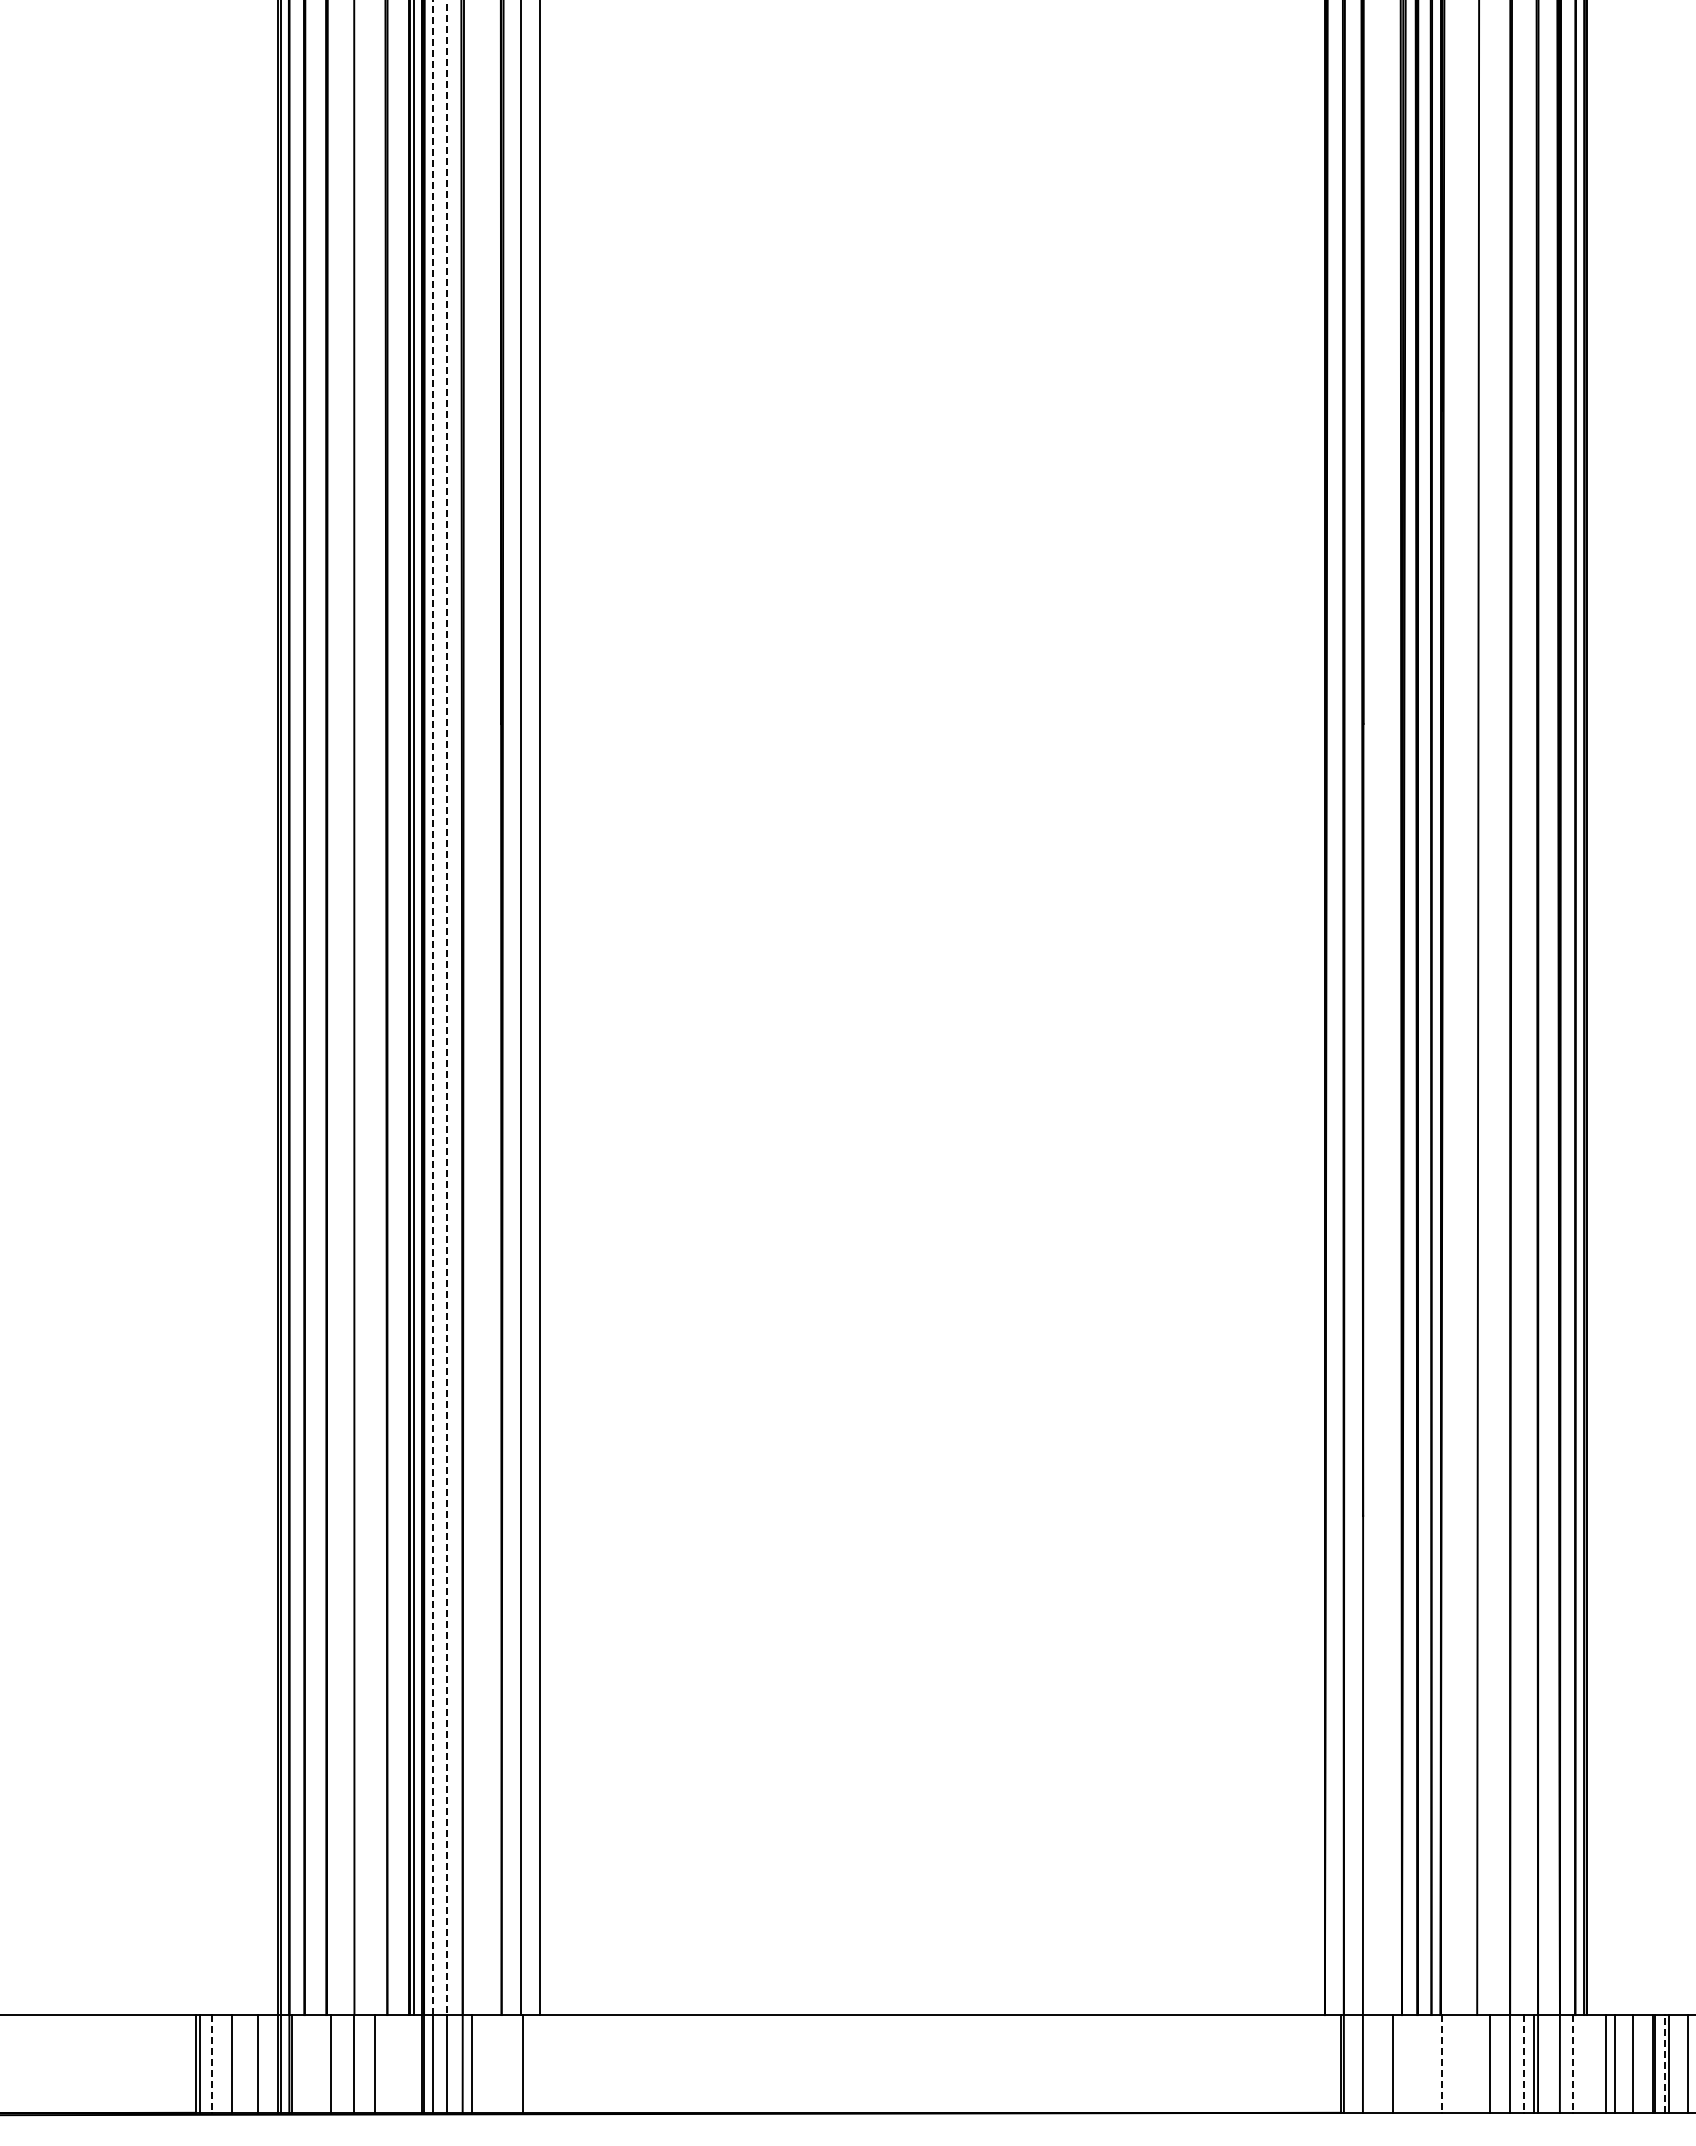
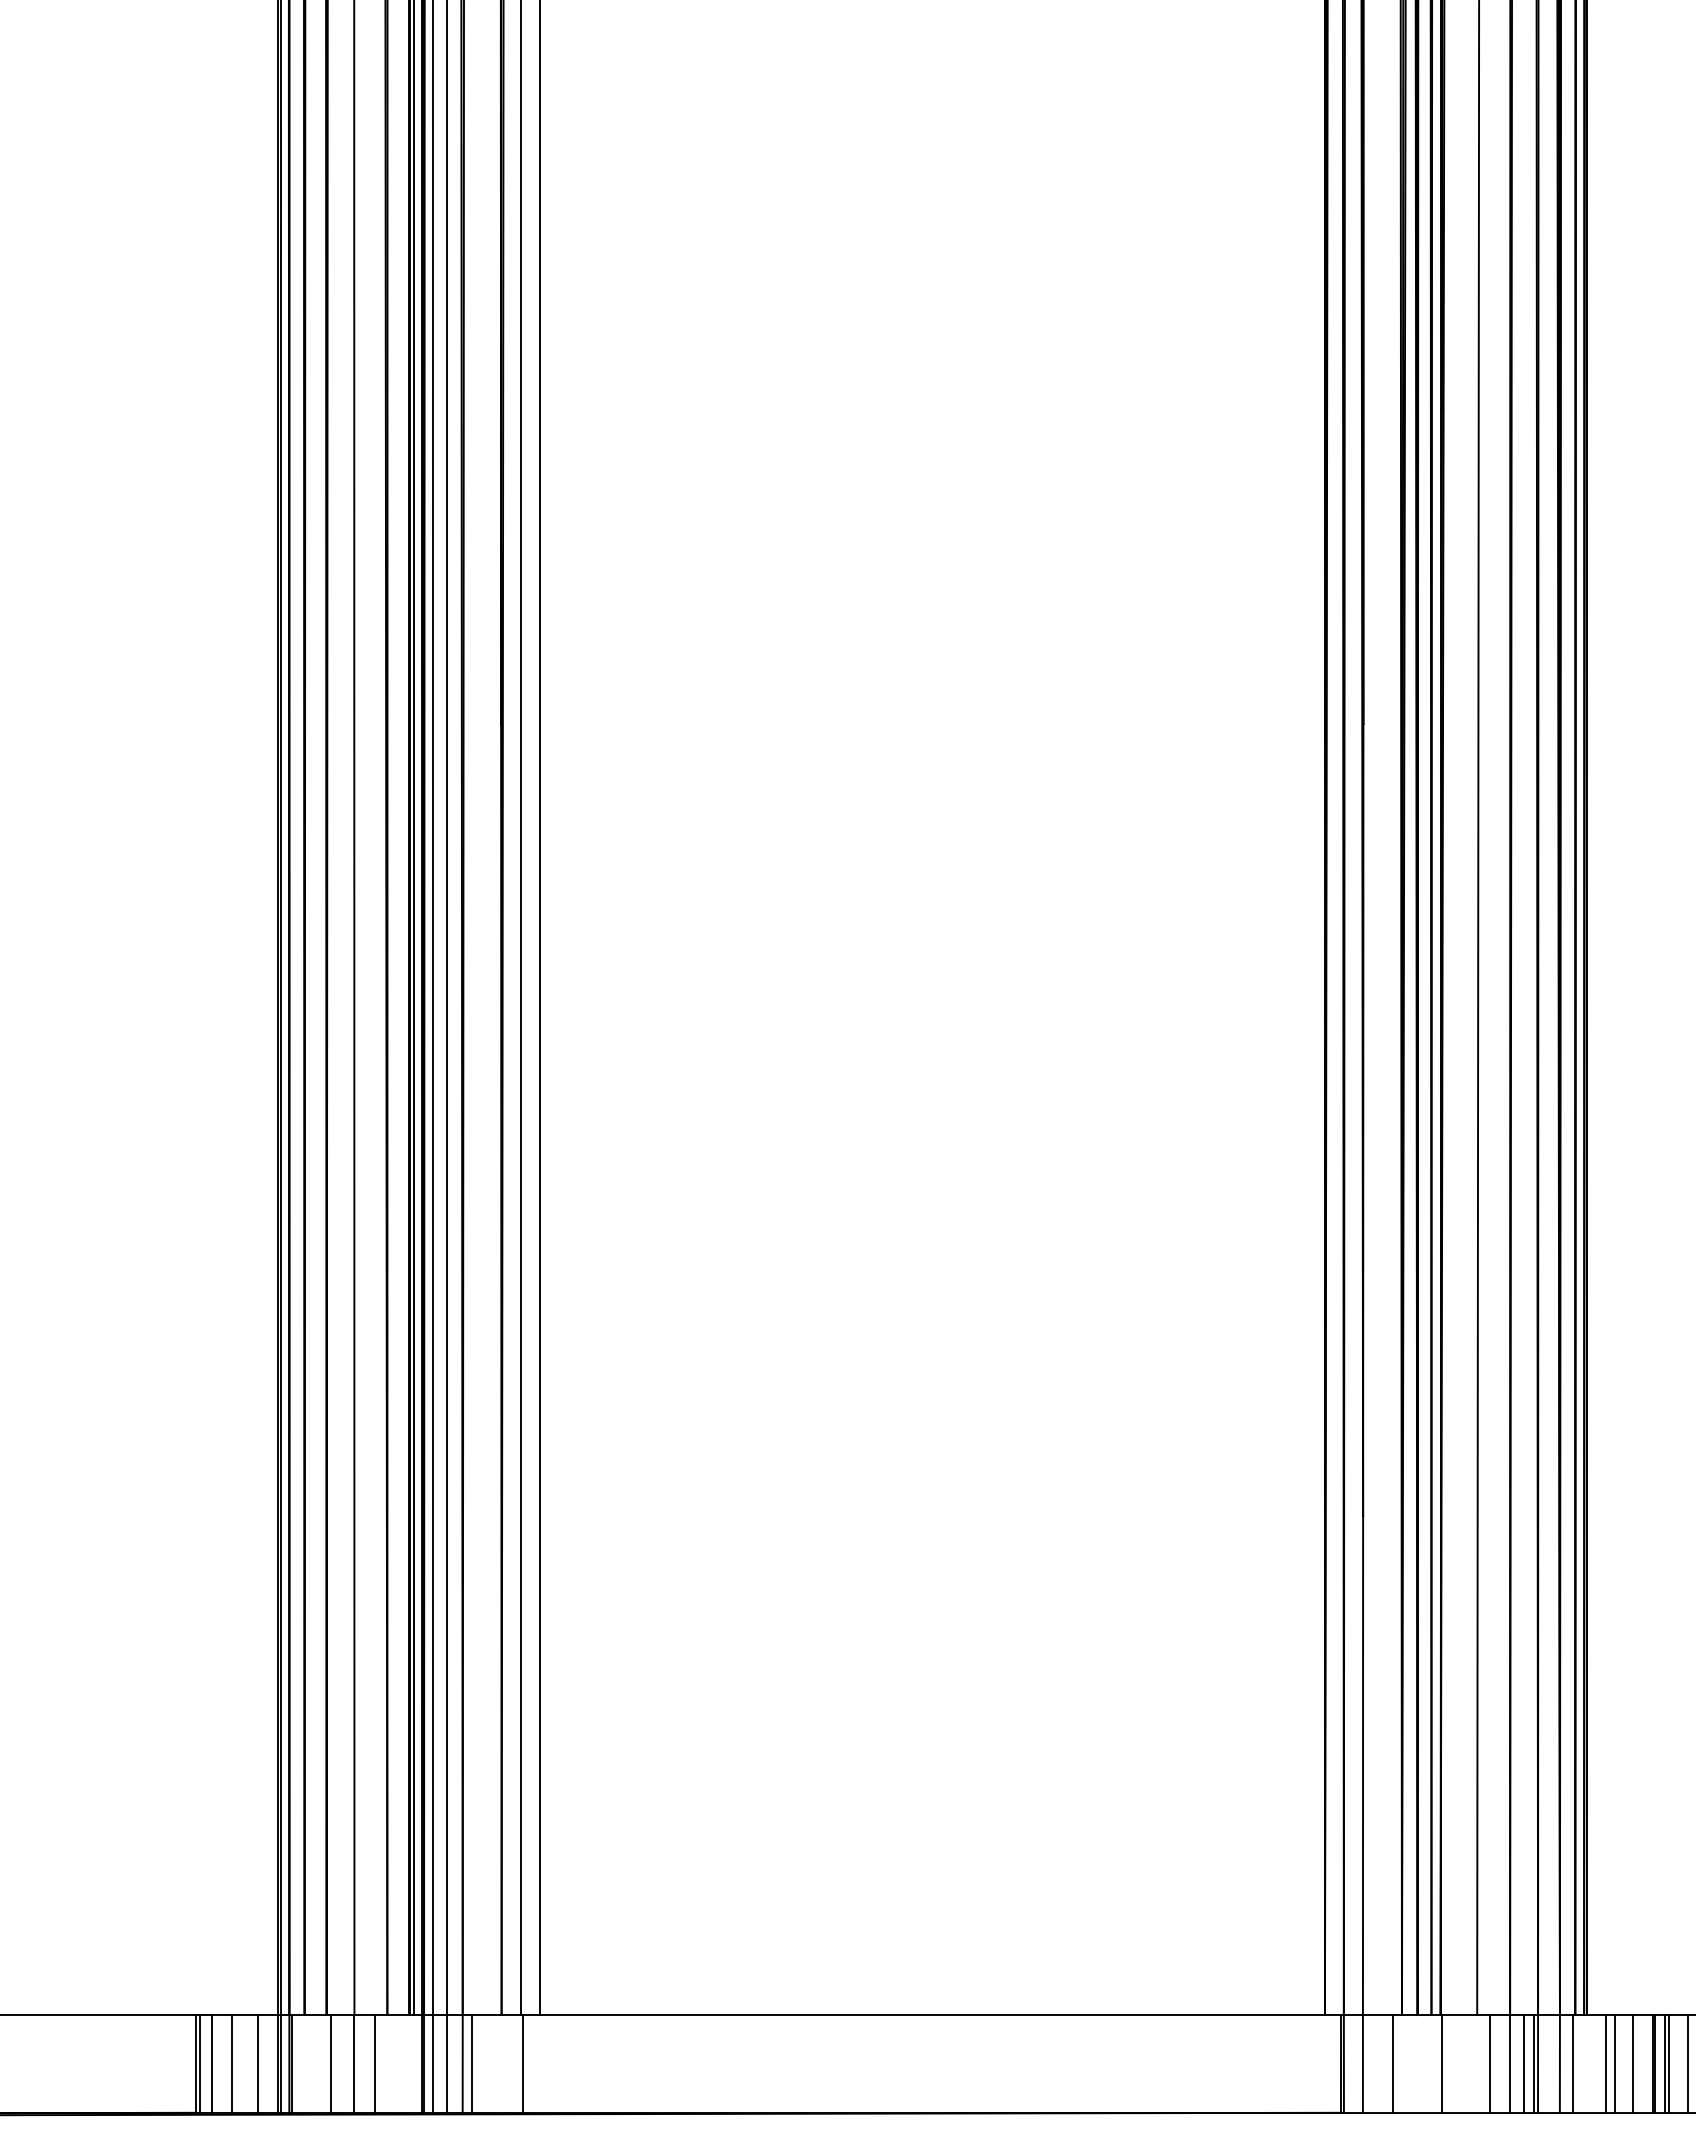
line at (433, 1006): dashed -> solid
line at (447, 1008): dashed -> solid
line at (212, 2063): dashed -> solid
line at (1442, 2063): dashed -> solid
line at (1524, 2063): dashed -> solid
line at (1572, 2063): dashed -> solid
line at (1664, 2063): dashed -> solid
